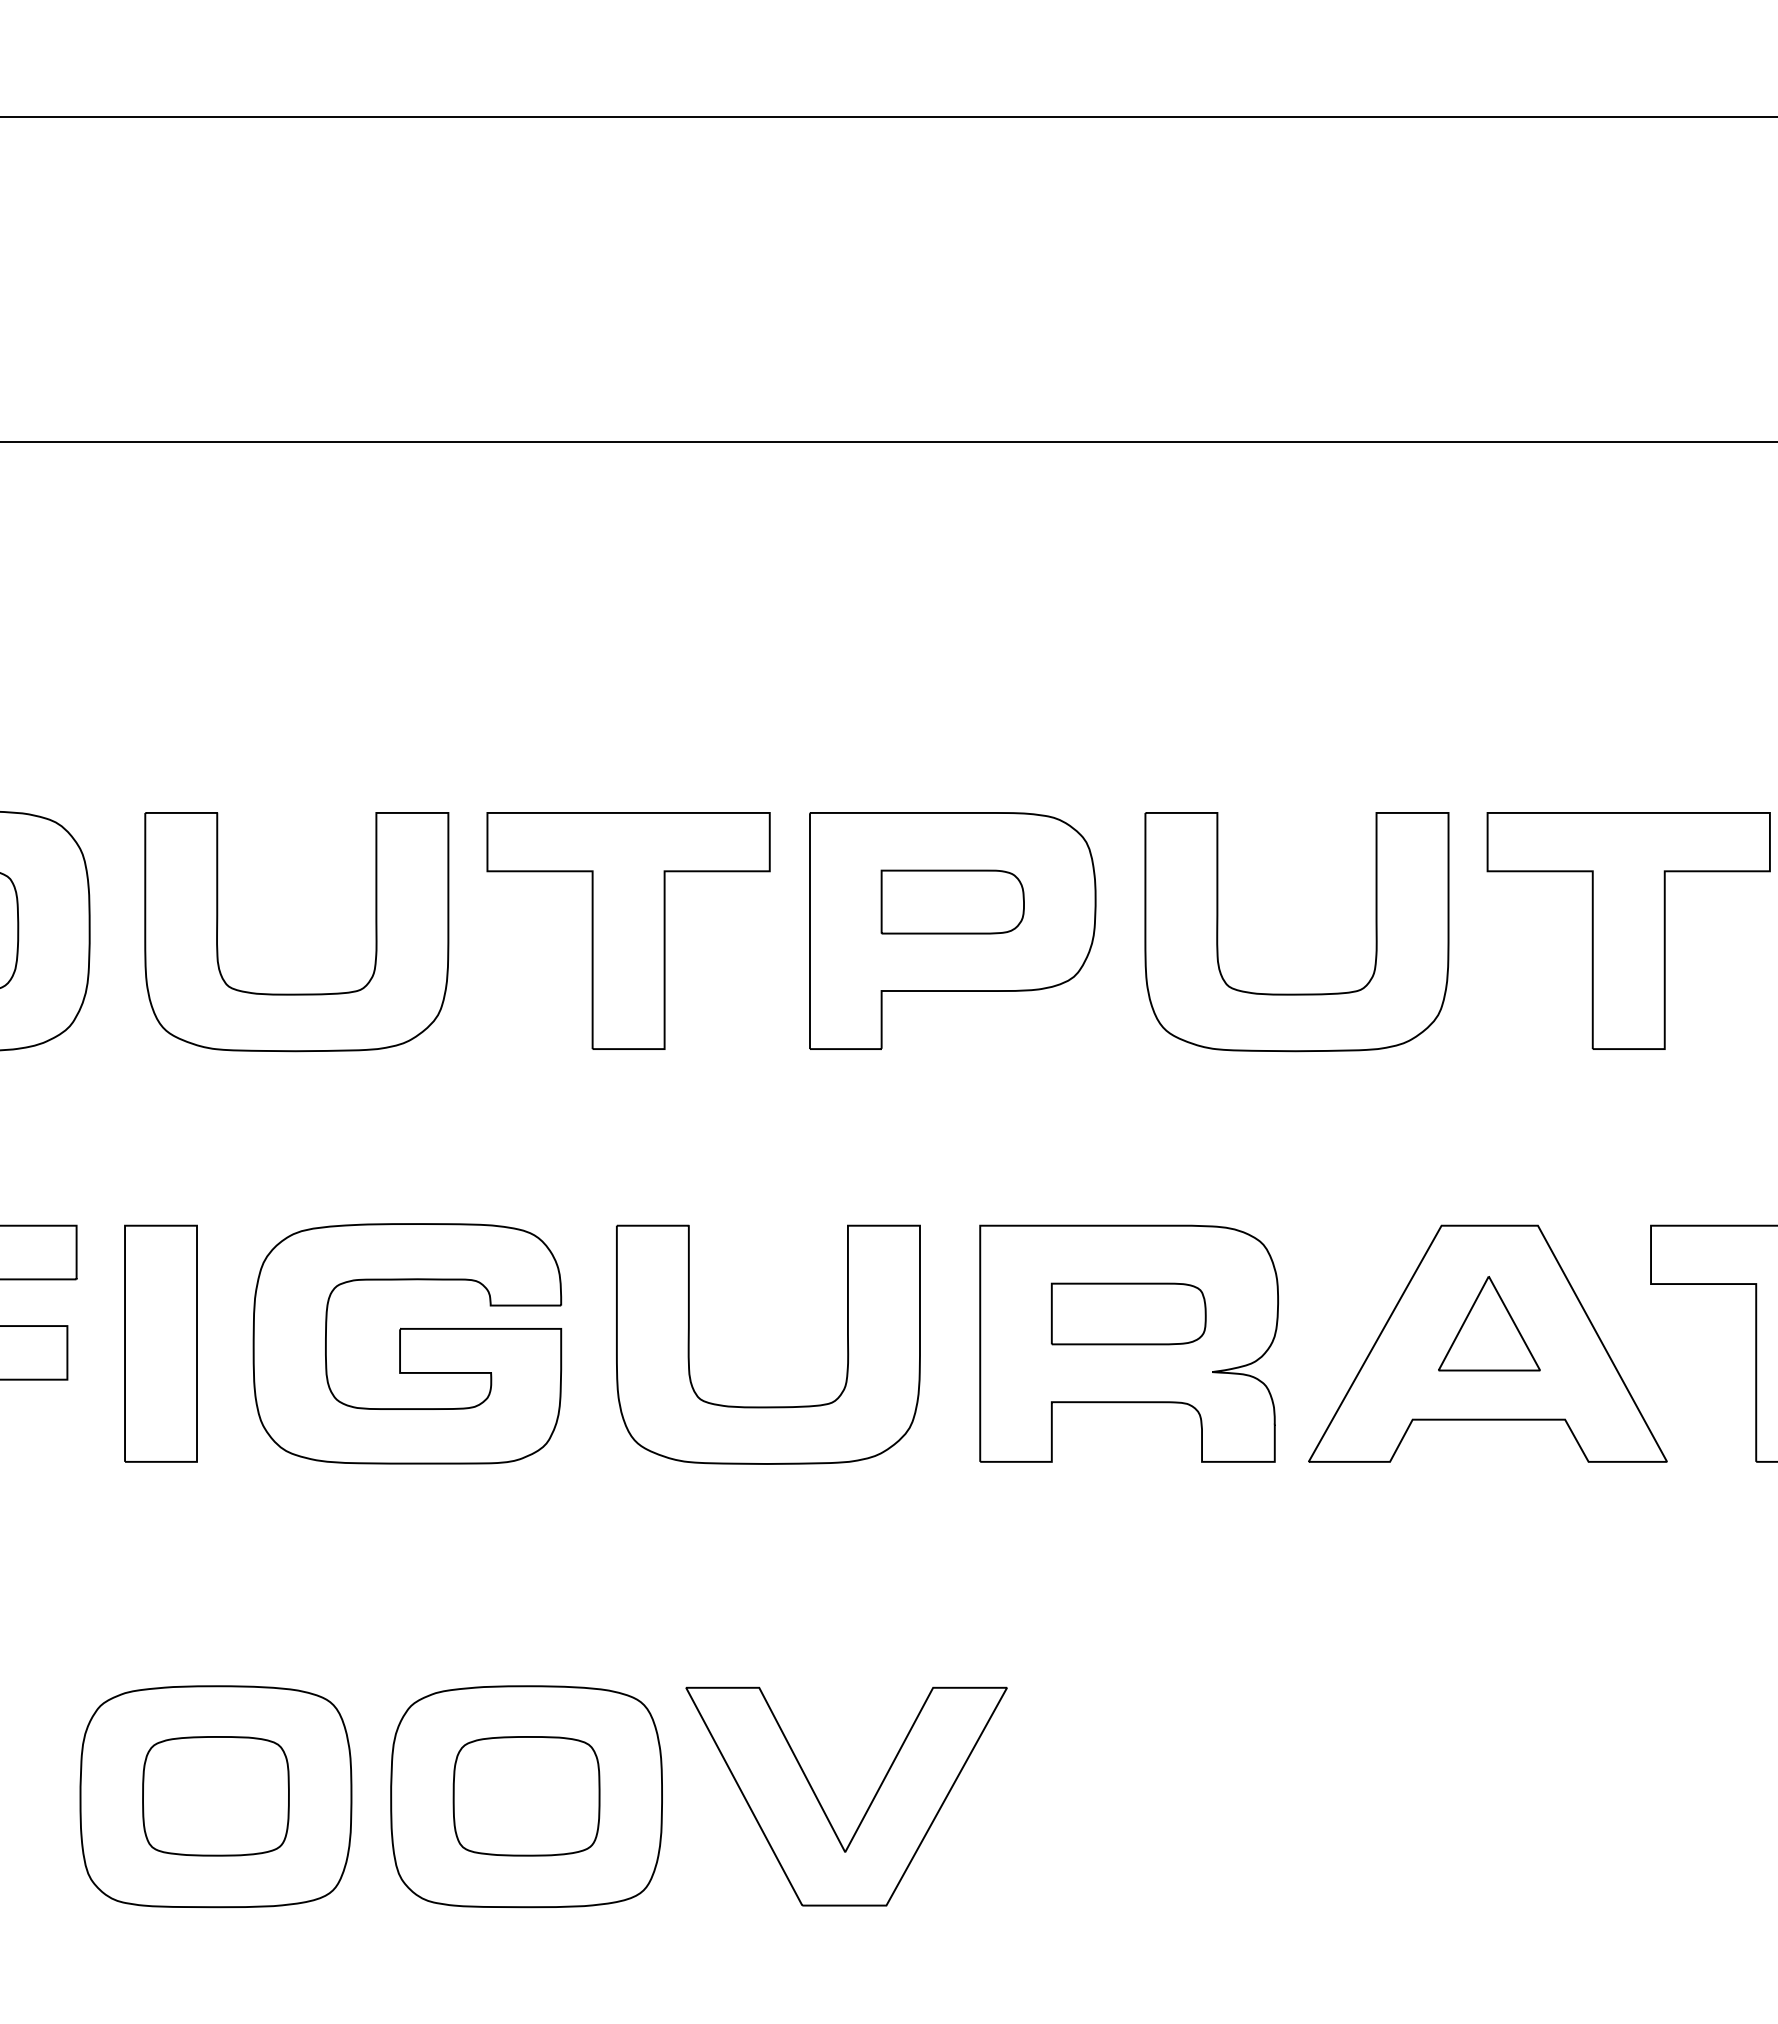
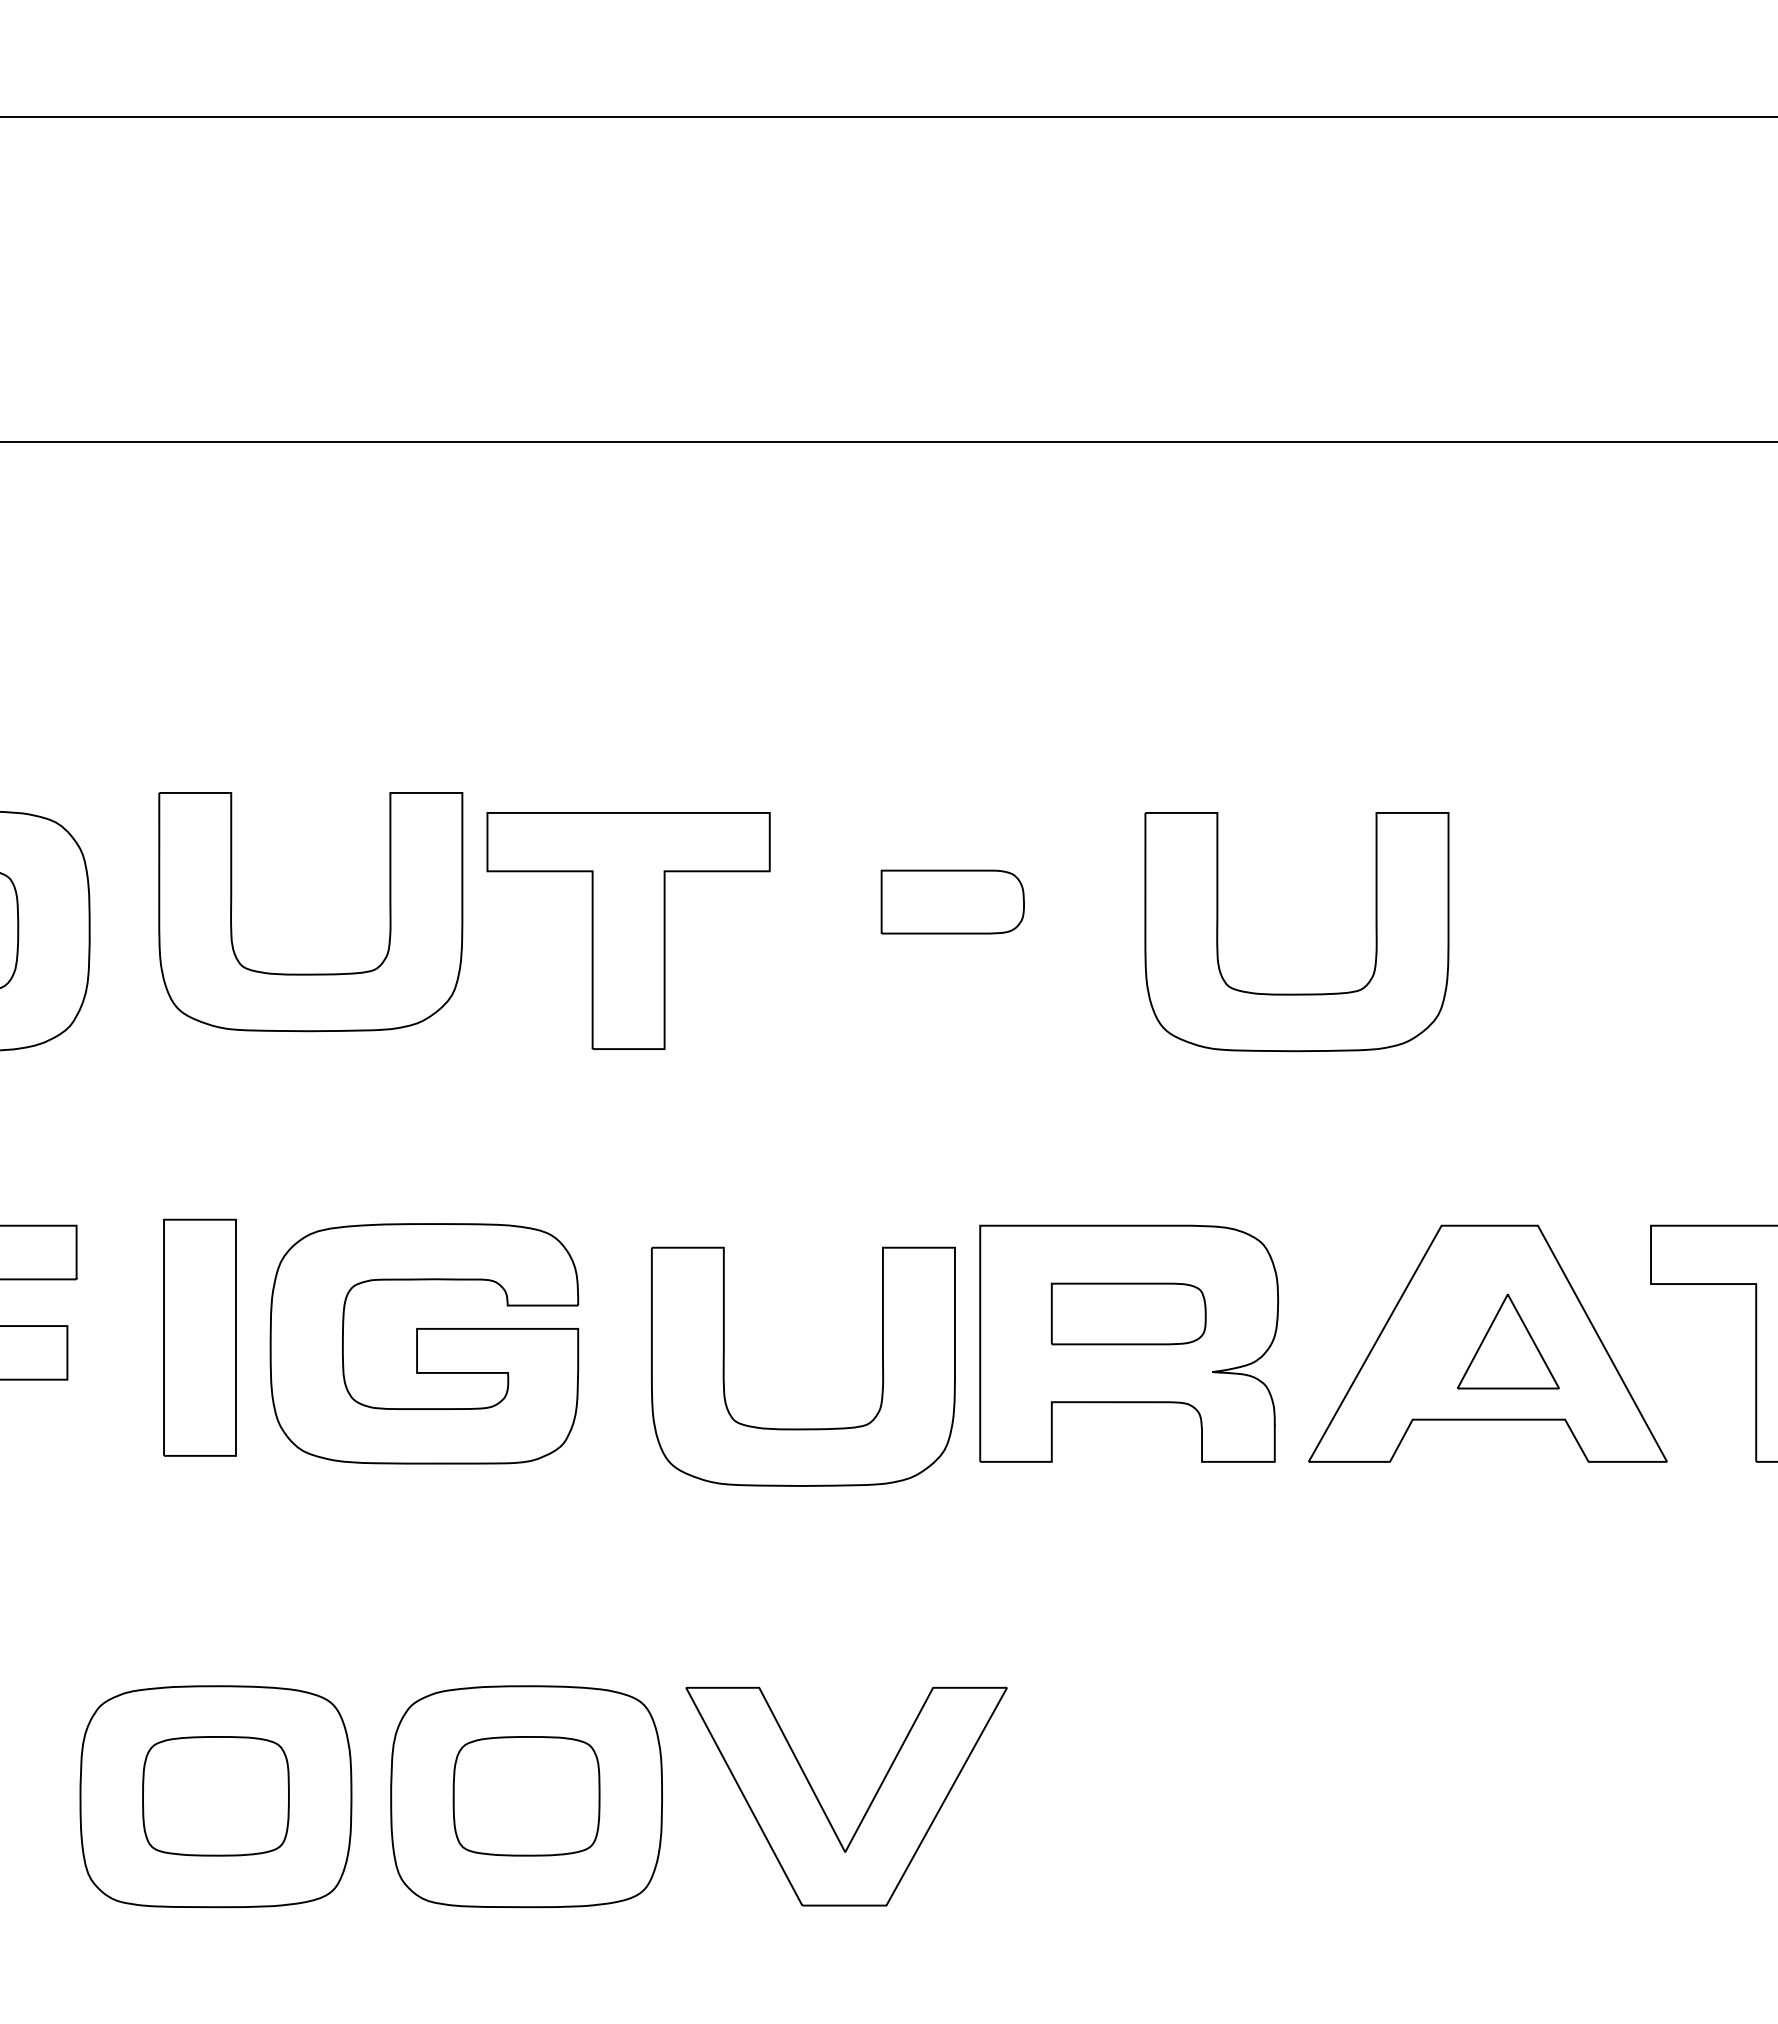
part at (952, 930): present -> none
part at (1628, 930): present -> none
part at (296, 993) position: (296, 993) -> (310, 973)
part at (1489, 1323) position: (1489, 1323) -> (1508, 1341)
part at (160, 1343) position: (160, 1343) -> (199, 1337)
part at (407, 1343) position: (407, 1343) -> (424, 1343)
part at (768, 1406) position: (768, 1406) -> (803, 1428)
